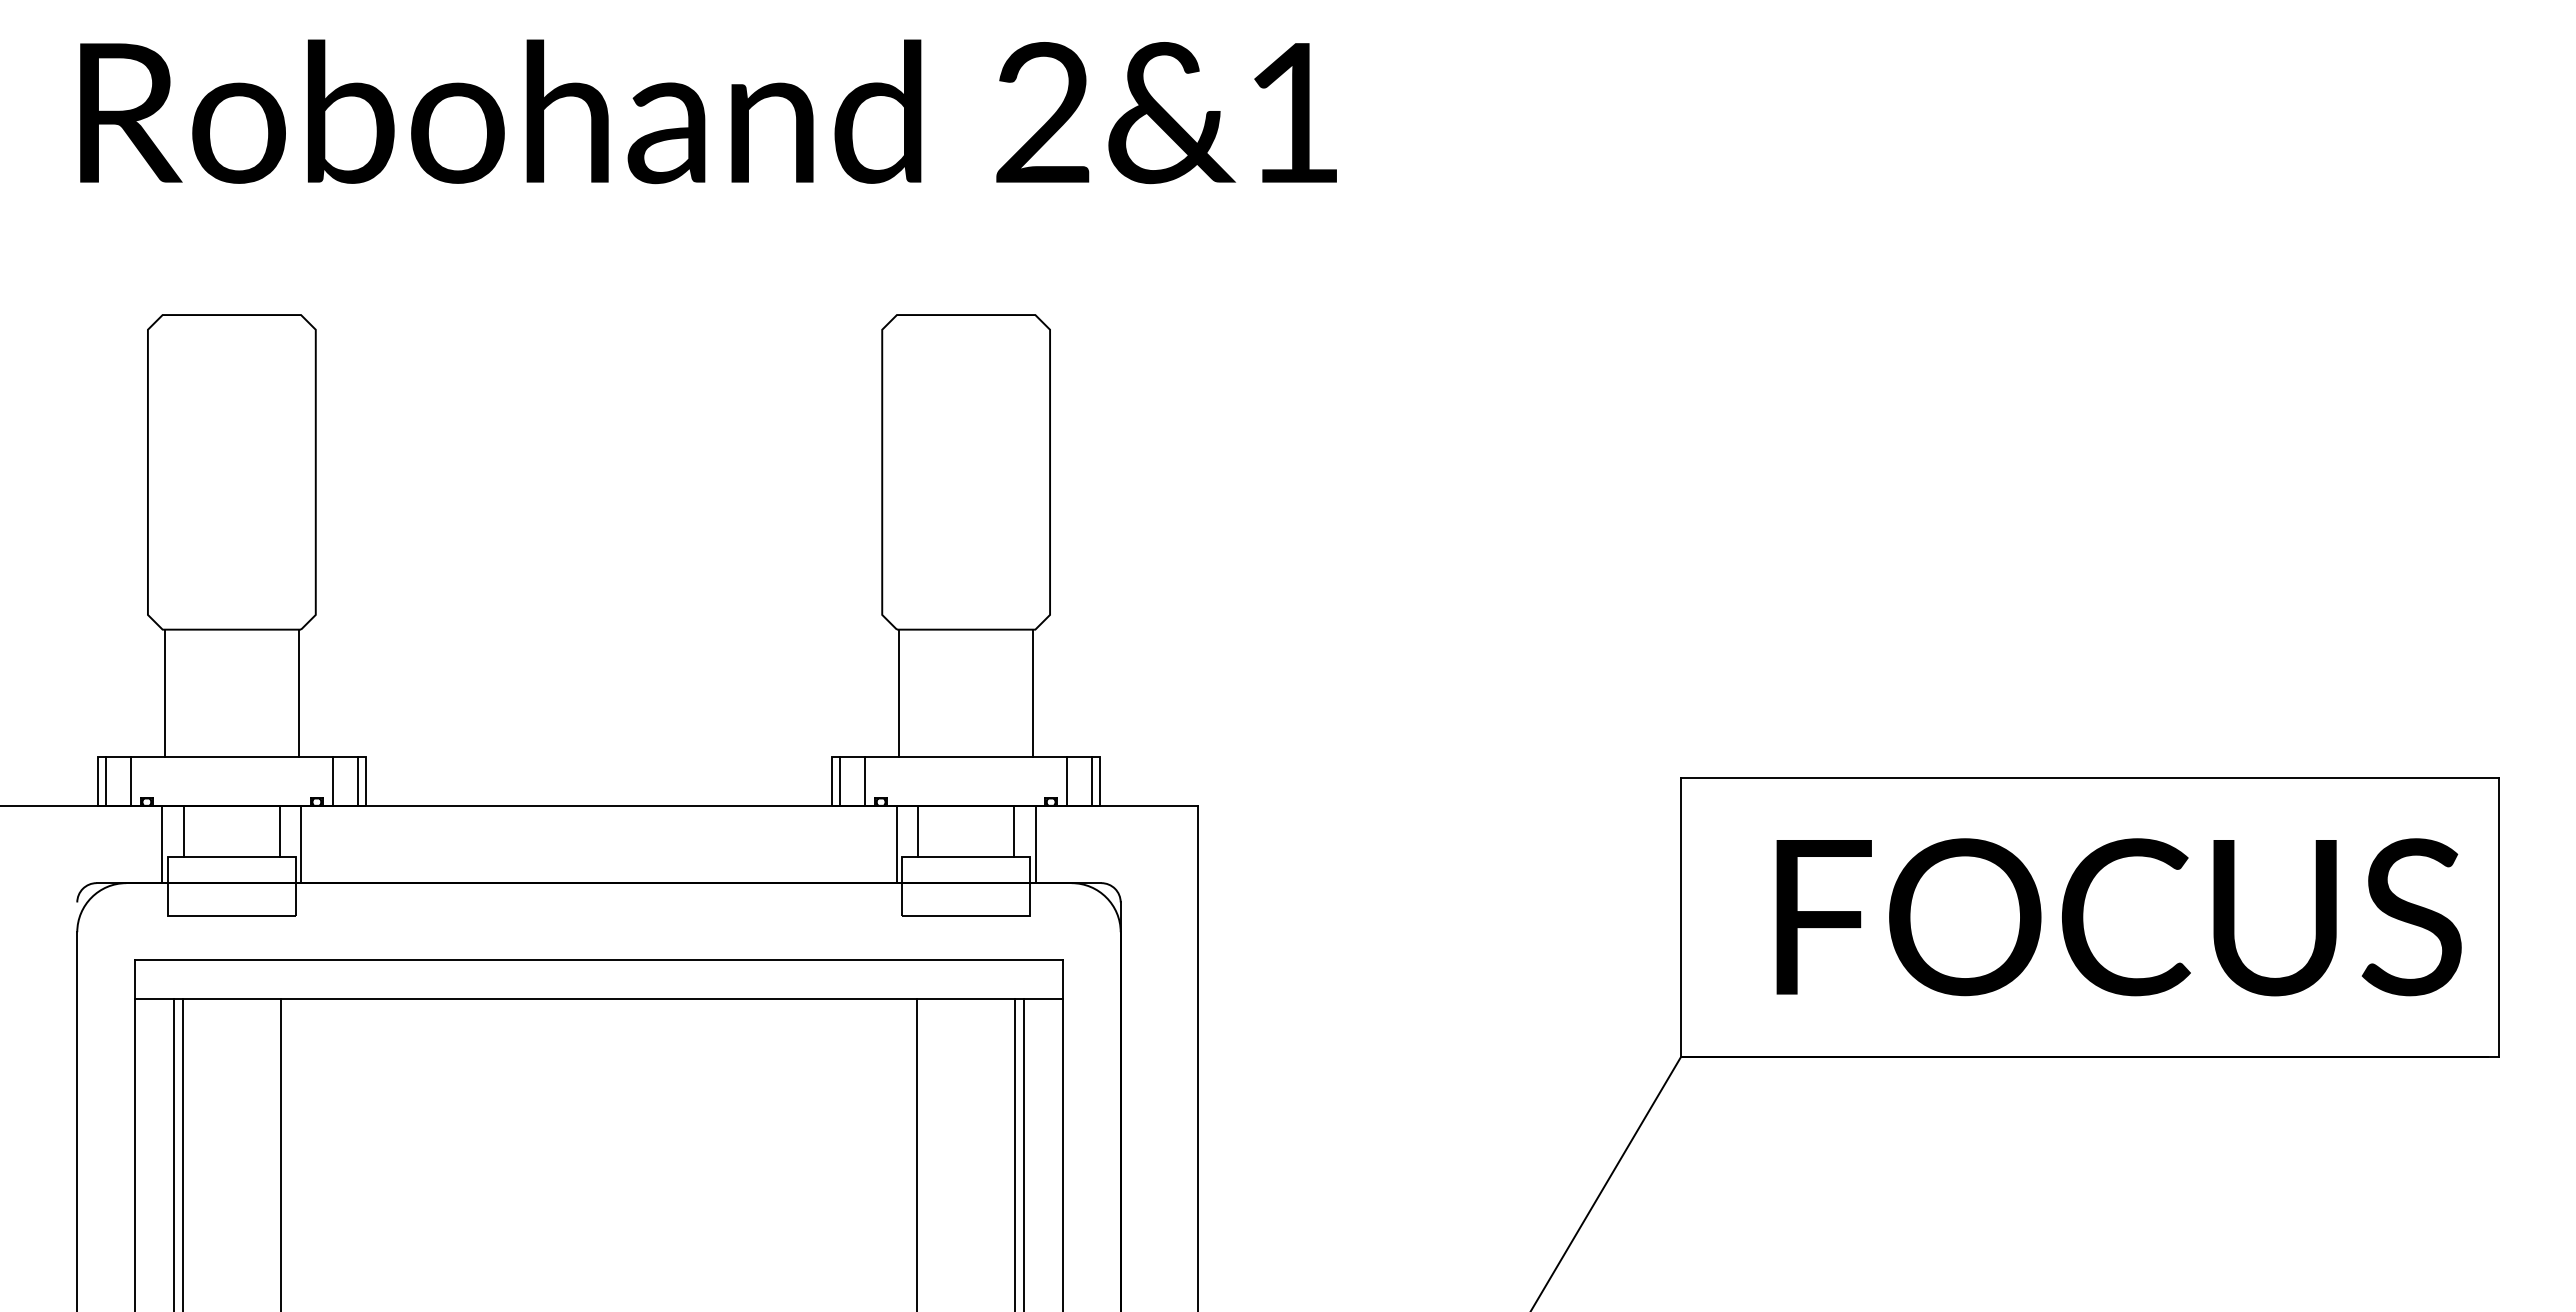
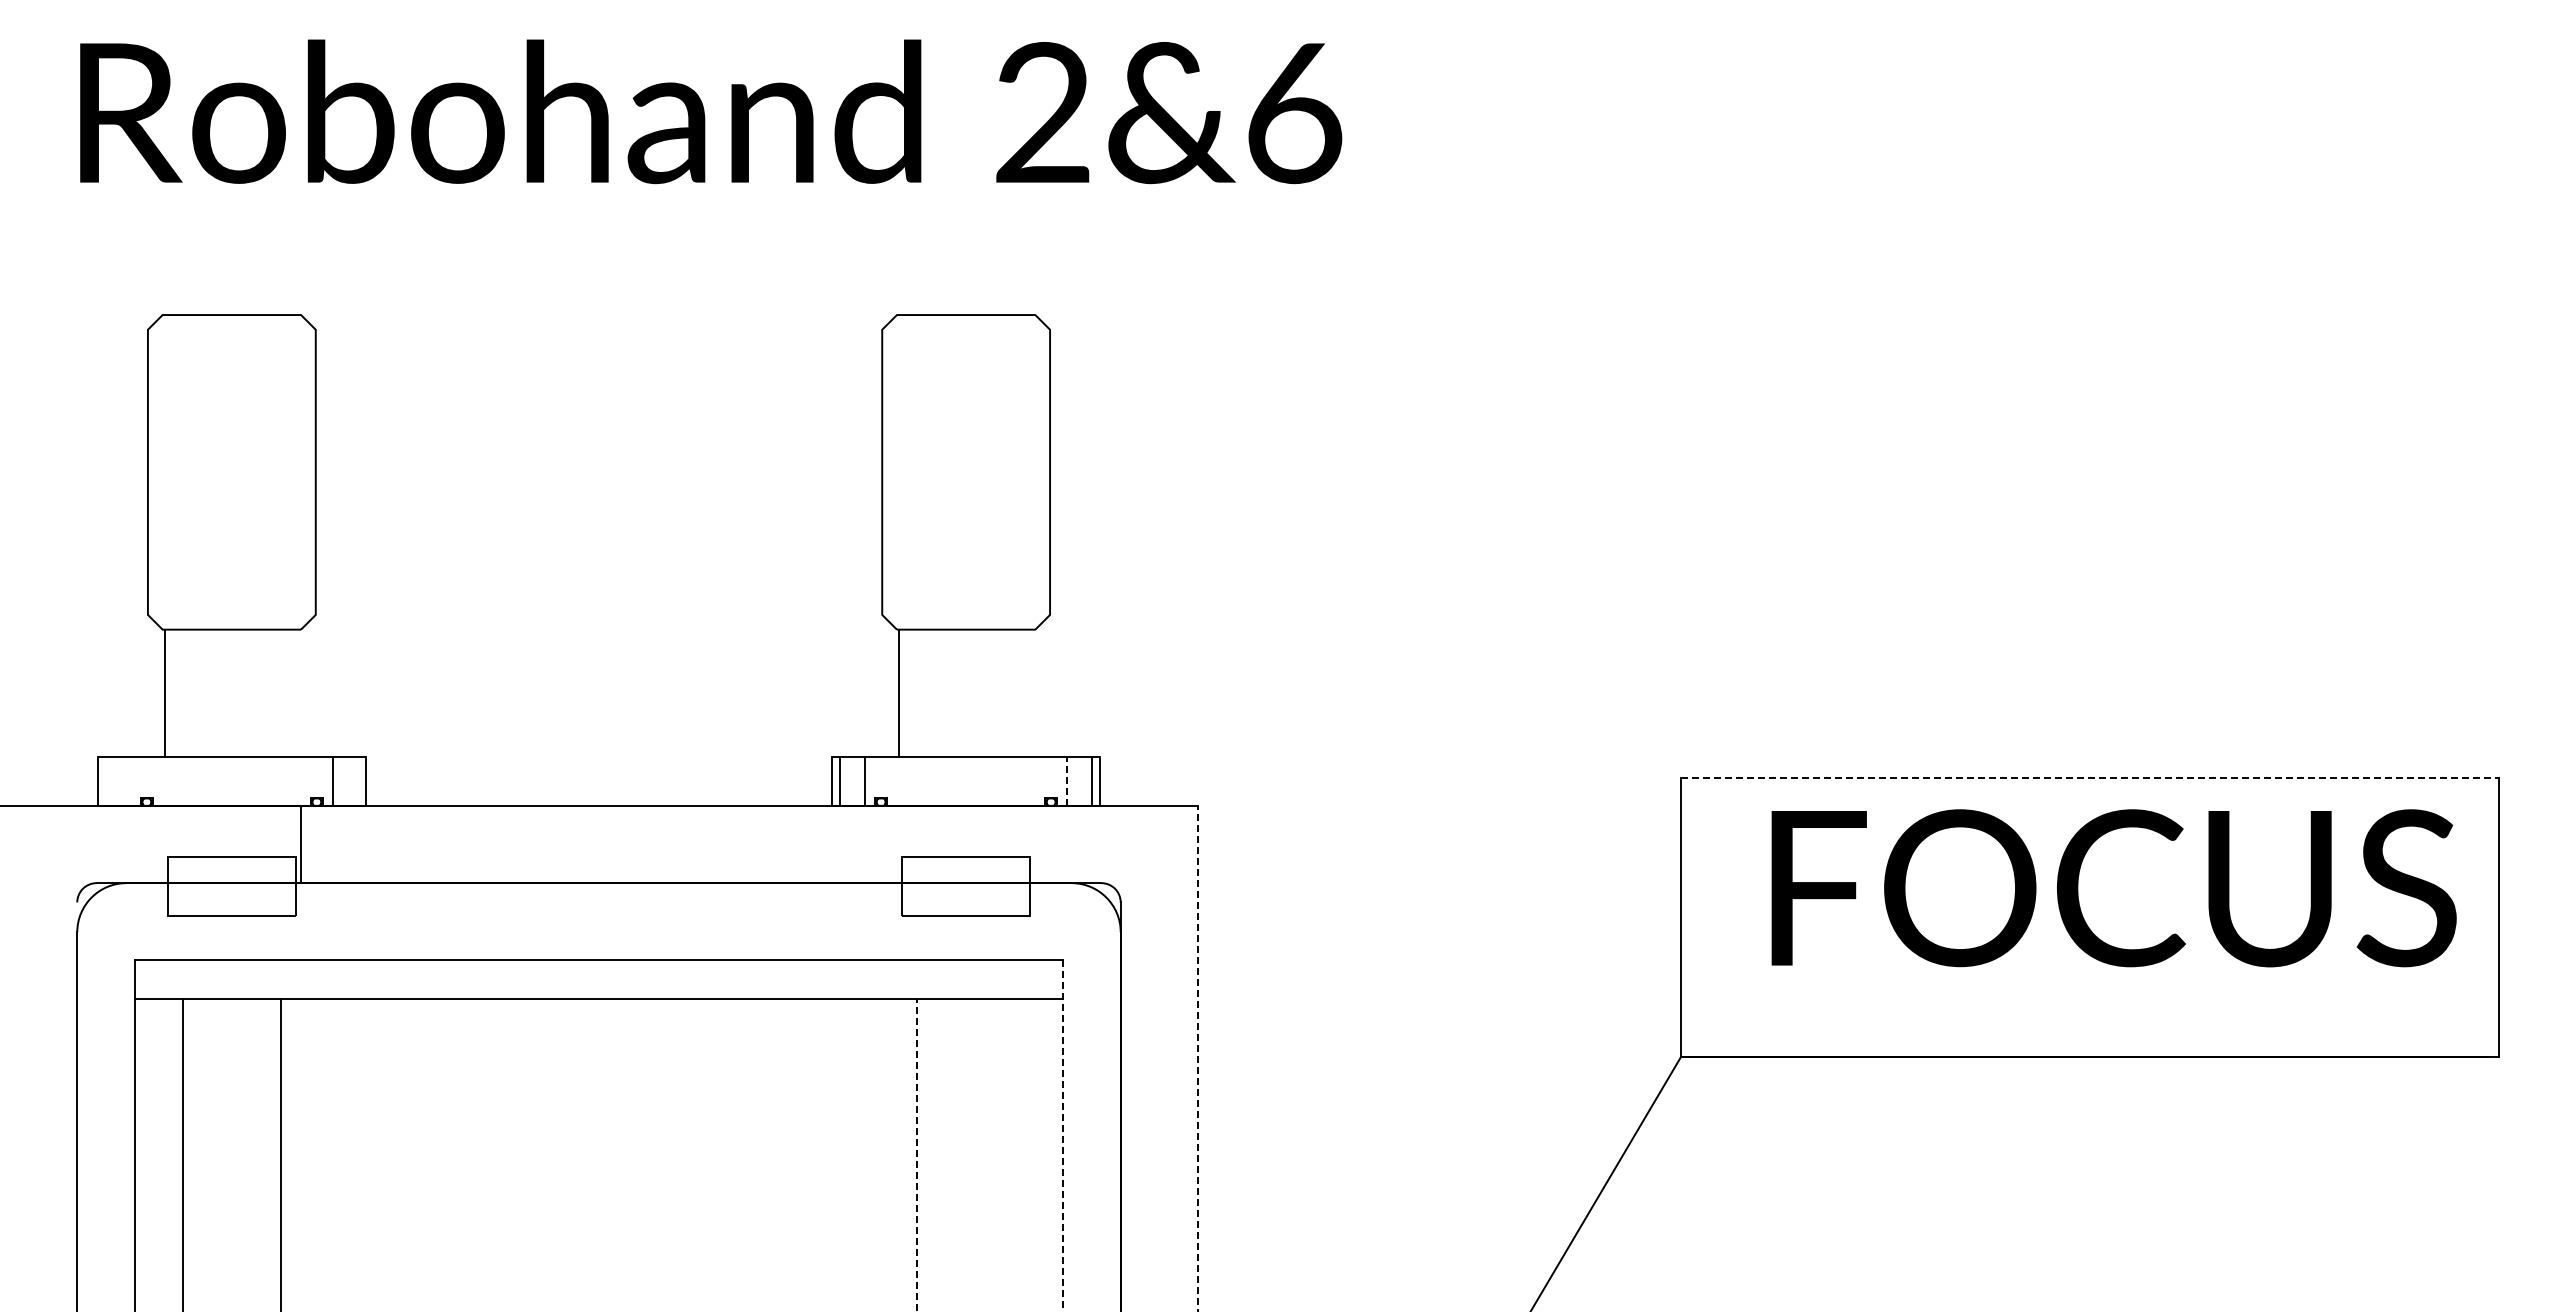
text at (1295, 113): 2&1 -> 2&6
line at (298, 692): present -> none
line at (1033, 692): present -> none
line at (2089, 777): solid -> dashed
line at (106, 780): present -> none
line at (130, 780): present -> none
line at (357, 780): present -> none
line at (1067, 781): solid -> dashed
line at (183, 830): present -> none
line at (279, 830): present -> none
line at (918, 830): present -> none
line at (1014, 830): present -> none
line at (162, 844): present -> none
line at (896, 844): present -> none
line at (1035, 844): present -> none
text at (2118, 917) position: (2118, 917) -> (2113, 888)
line at (1198, 1058): solid -> dashed
line at (1062, 1136): solid -> dashed
line at (173, 1153): present -> none
line at (1015, 1153): present -> none
line at (1024, 1153): present -> none
line at (917, 1154): solid -> dashed
